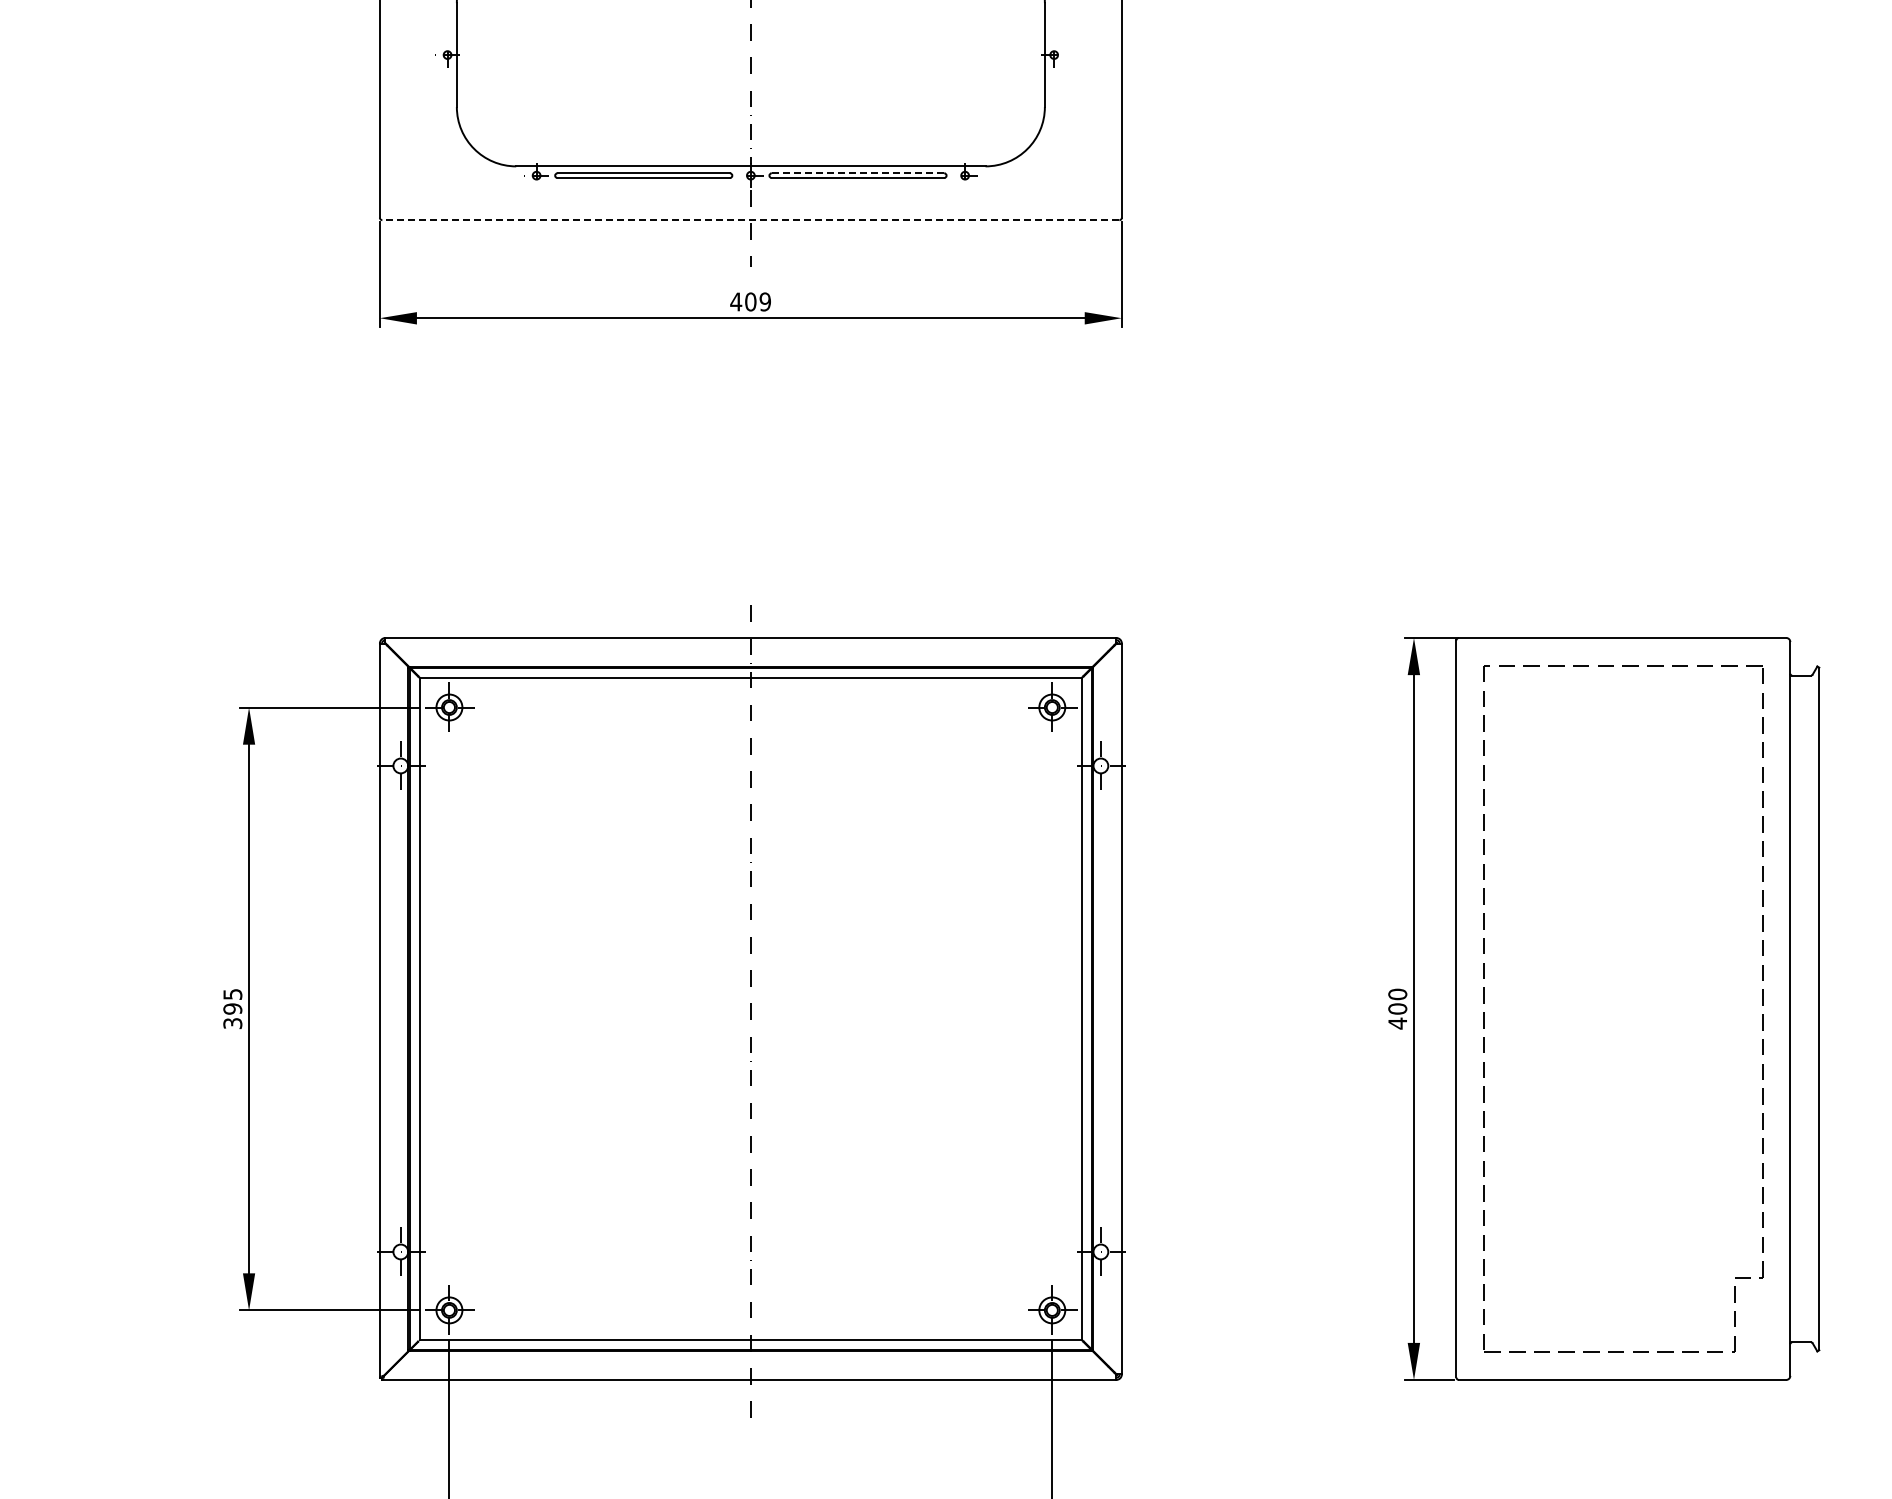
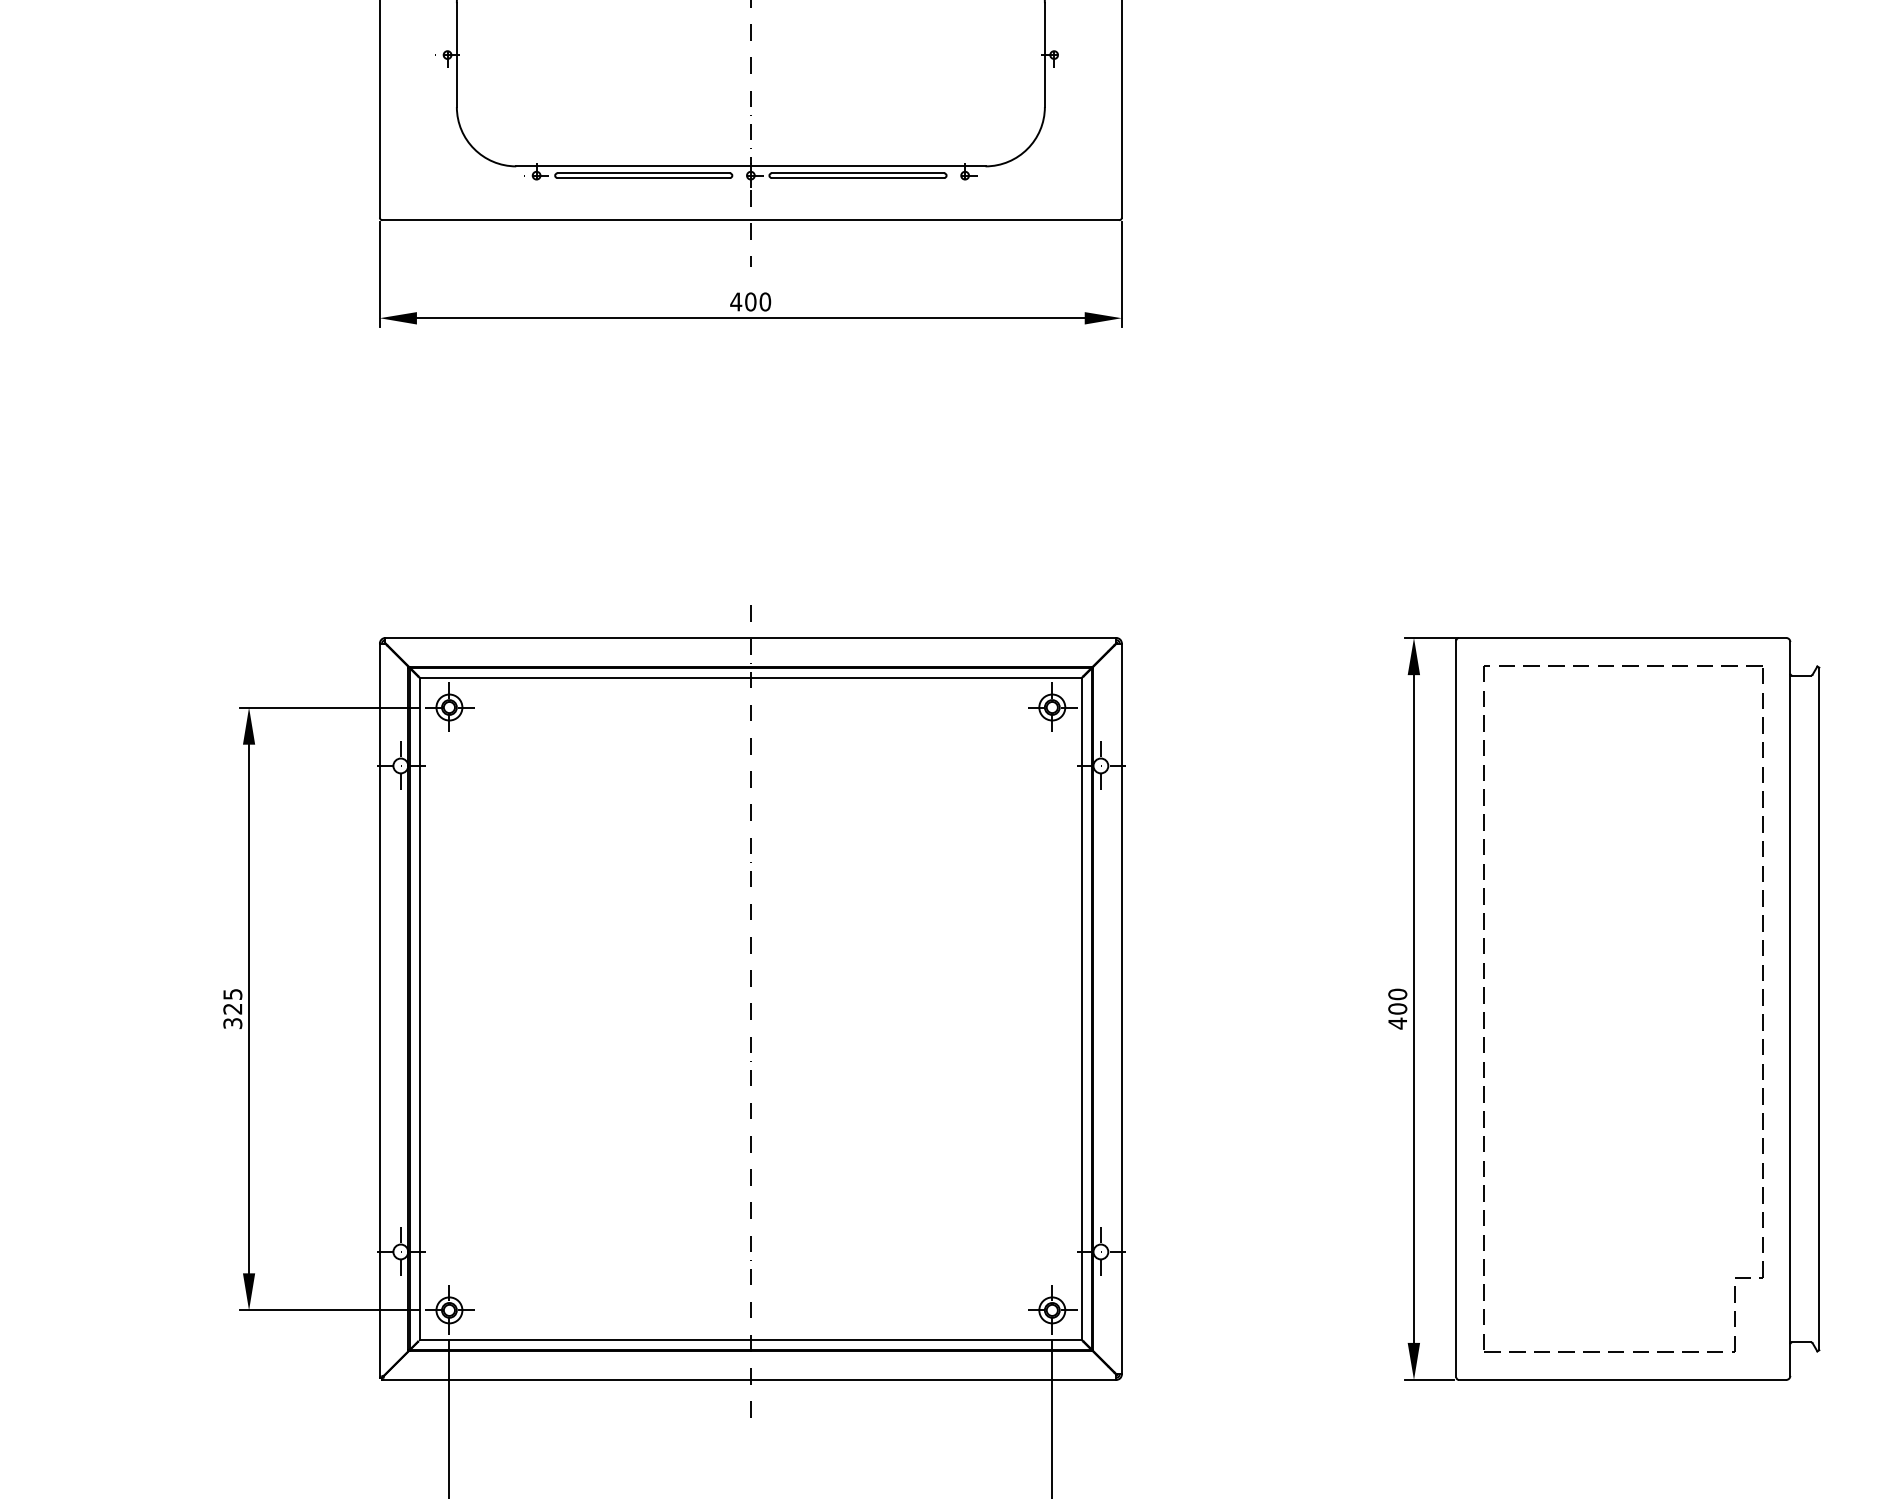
line at (857, 173): dashed -> solid
line at (750, 220): dashed -> solid
text at (765, 301): 409 -> 400
text at (232, 1008): 395 -> 325
